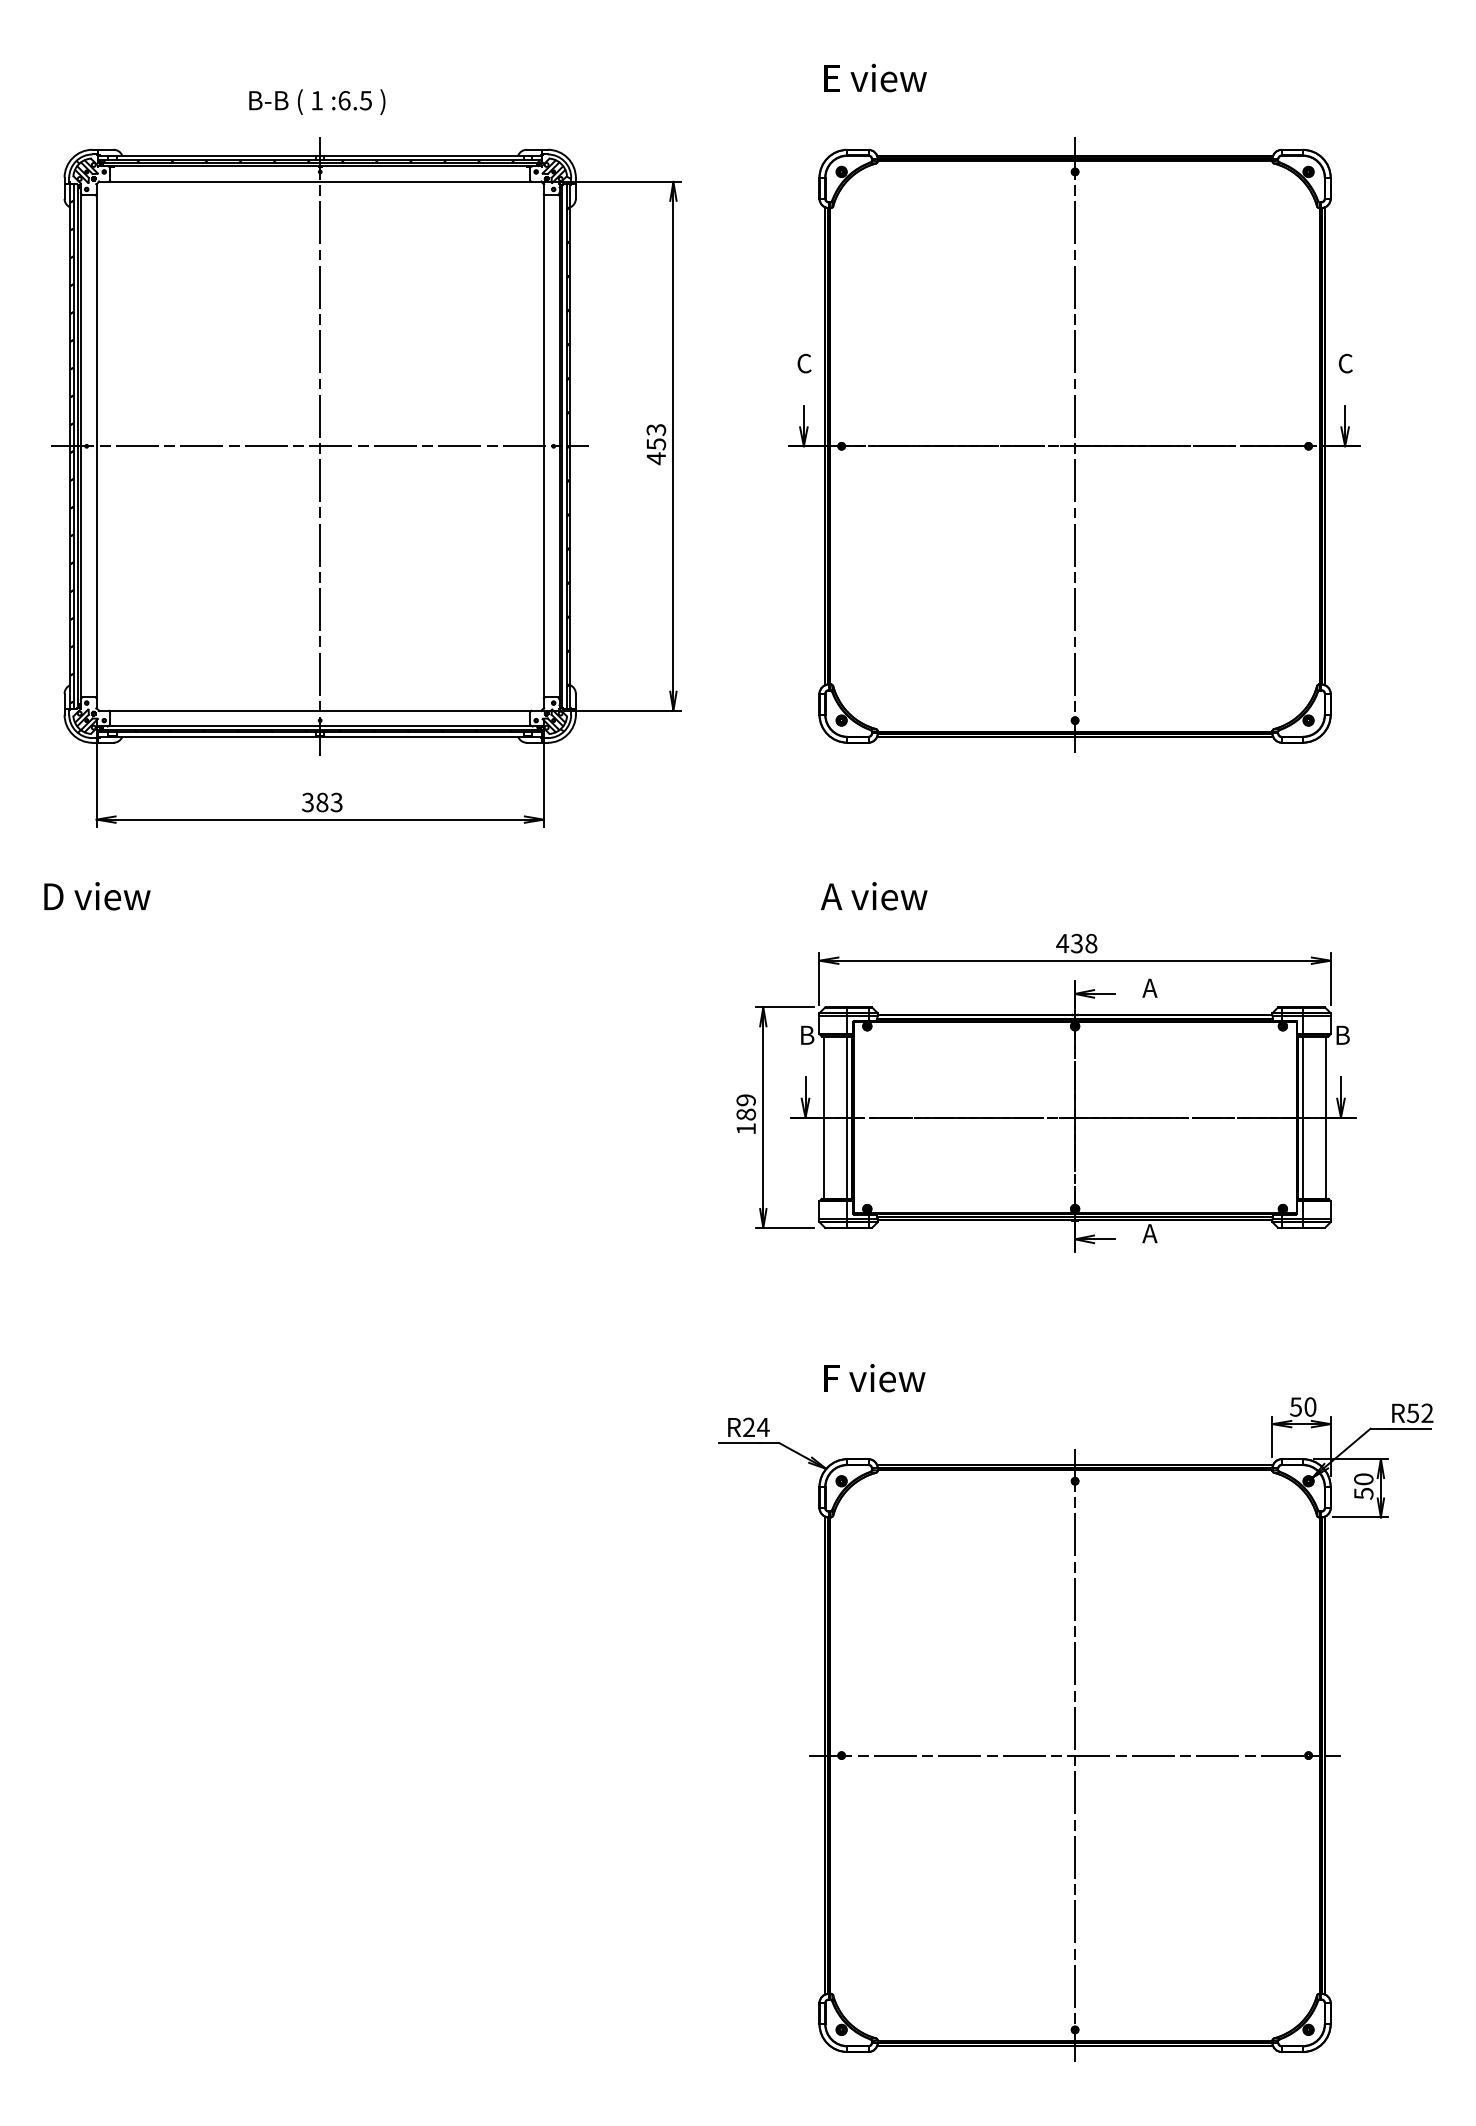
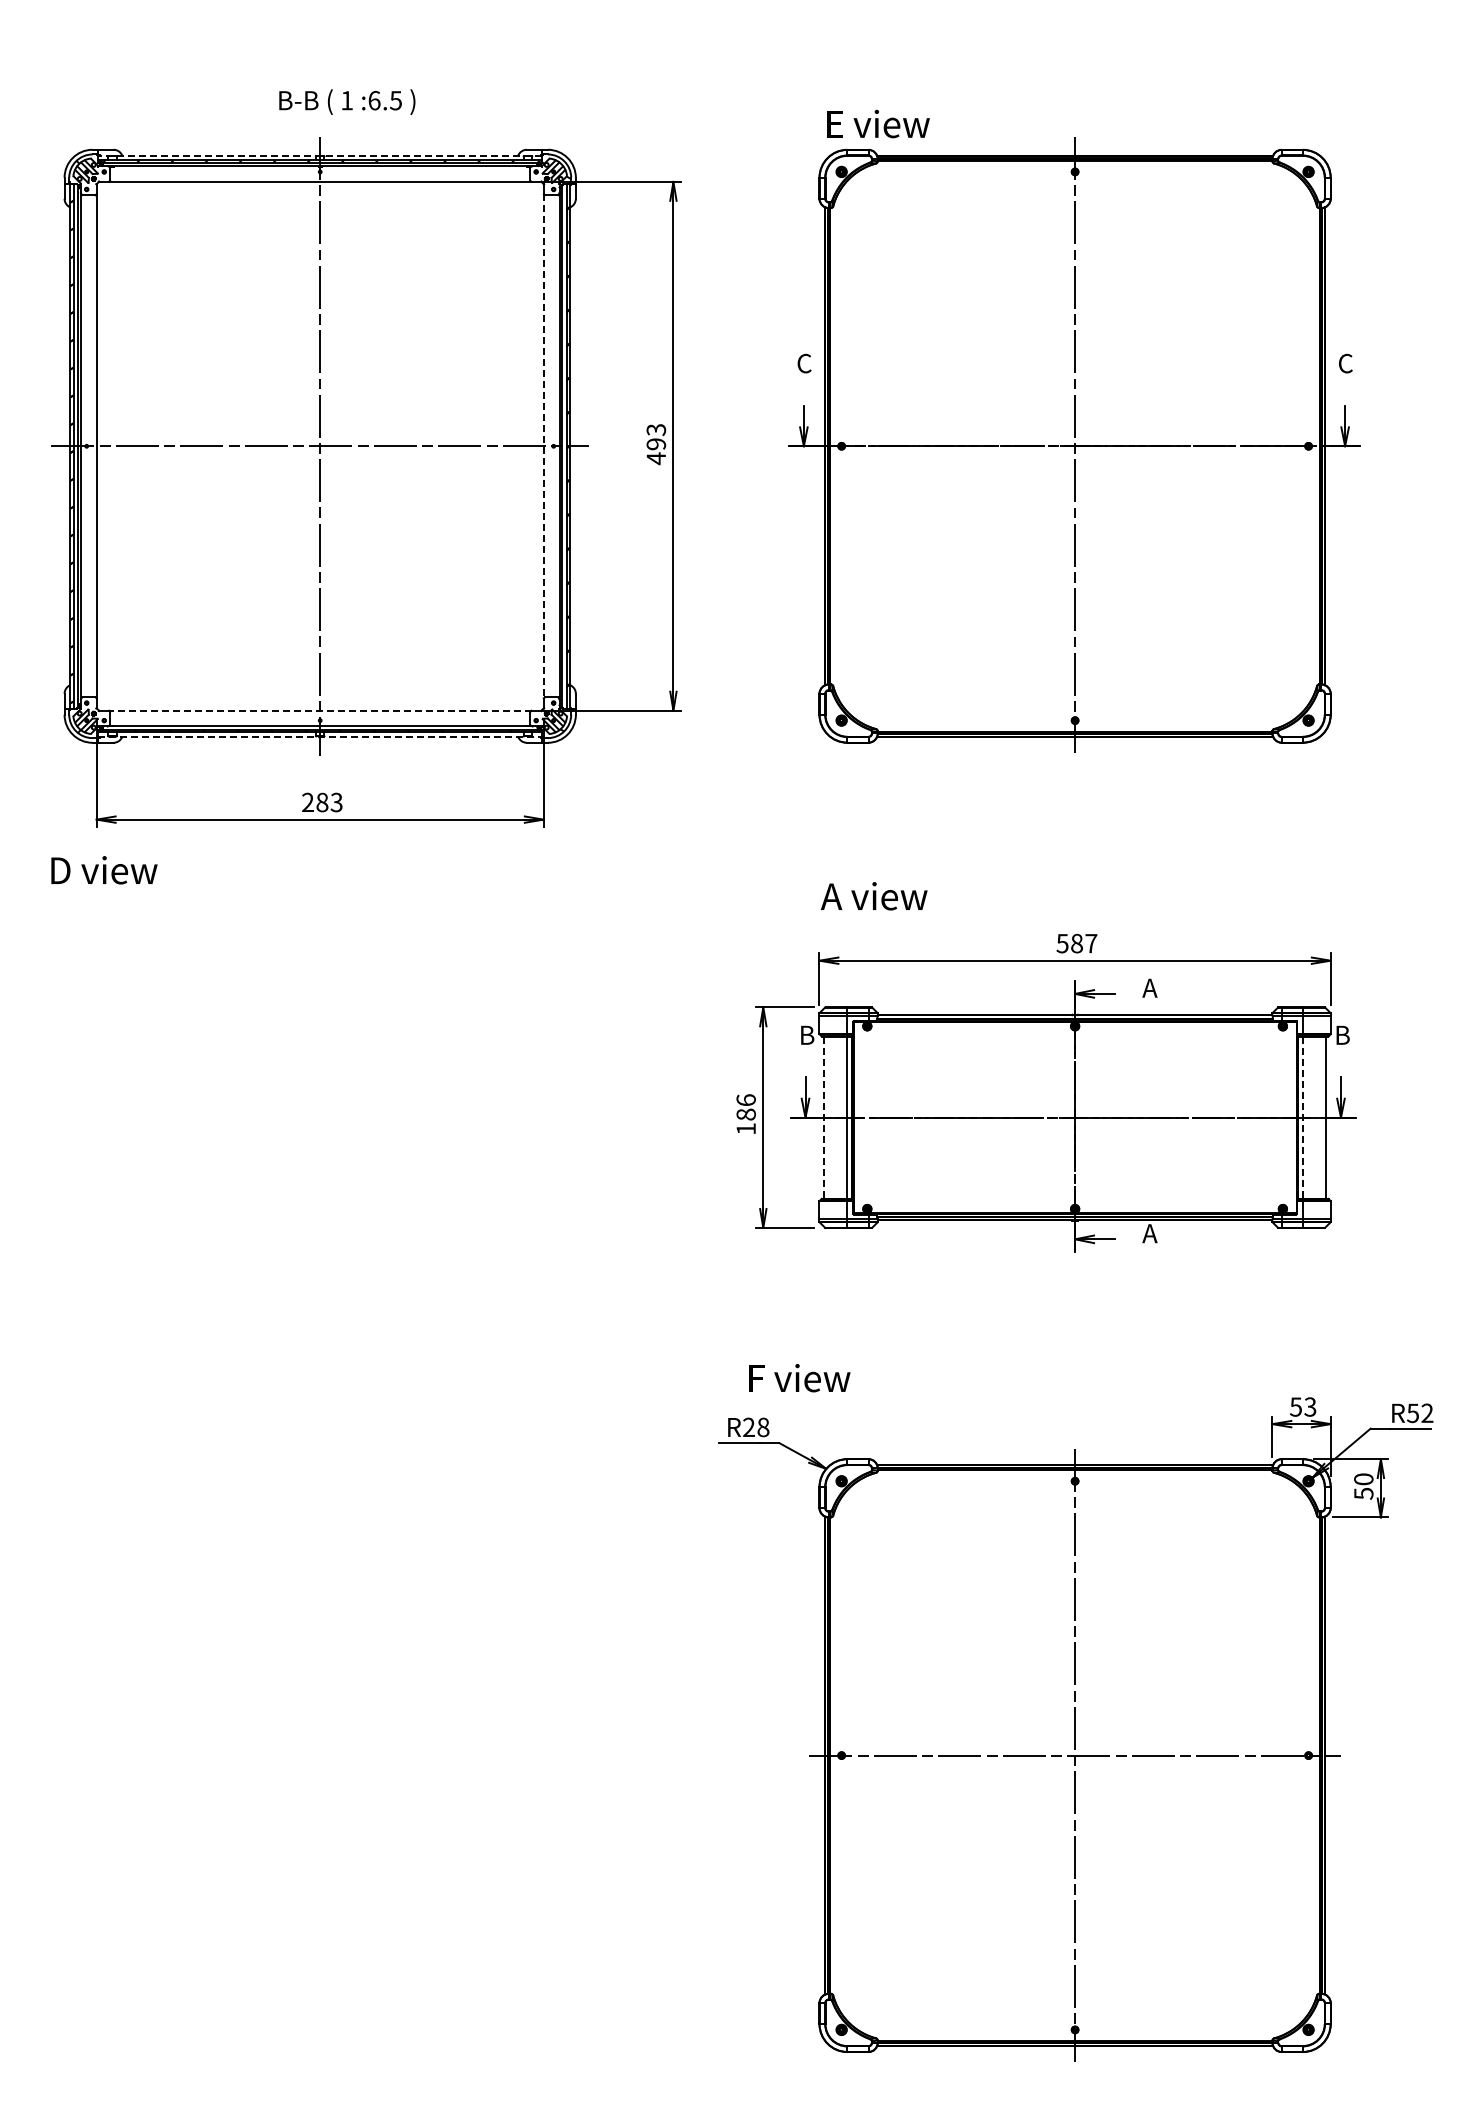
text at (875, 77) position: (875, 77) -> (878, 123)
text at (317, 101) position: (317, 101) -> (347, 101)
line at (320, 155): solid -> dashed
text at (655, 444): 453 -> 493
line at (543, 446): solid -> dashed
line at (319, 710): solid -> dashed
line at (320, 736): solid -> dashed
text at (307, 802): 383 -> 283
text at (97, 896) position: (97, 896) -> (104, 870)
text at (1076, 943): 438 -> 587
text at (745, 1100): 189 -> 186
line at (824, 1118): solid -> dashed
line at (1302, 1118): solid -> dashed
text at (874, 1378) position: (874, 1378) -> (799, 1378)
text at (1310, 1406): 50 -> 53
text at (762, 1427): R24 -> R28
